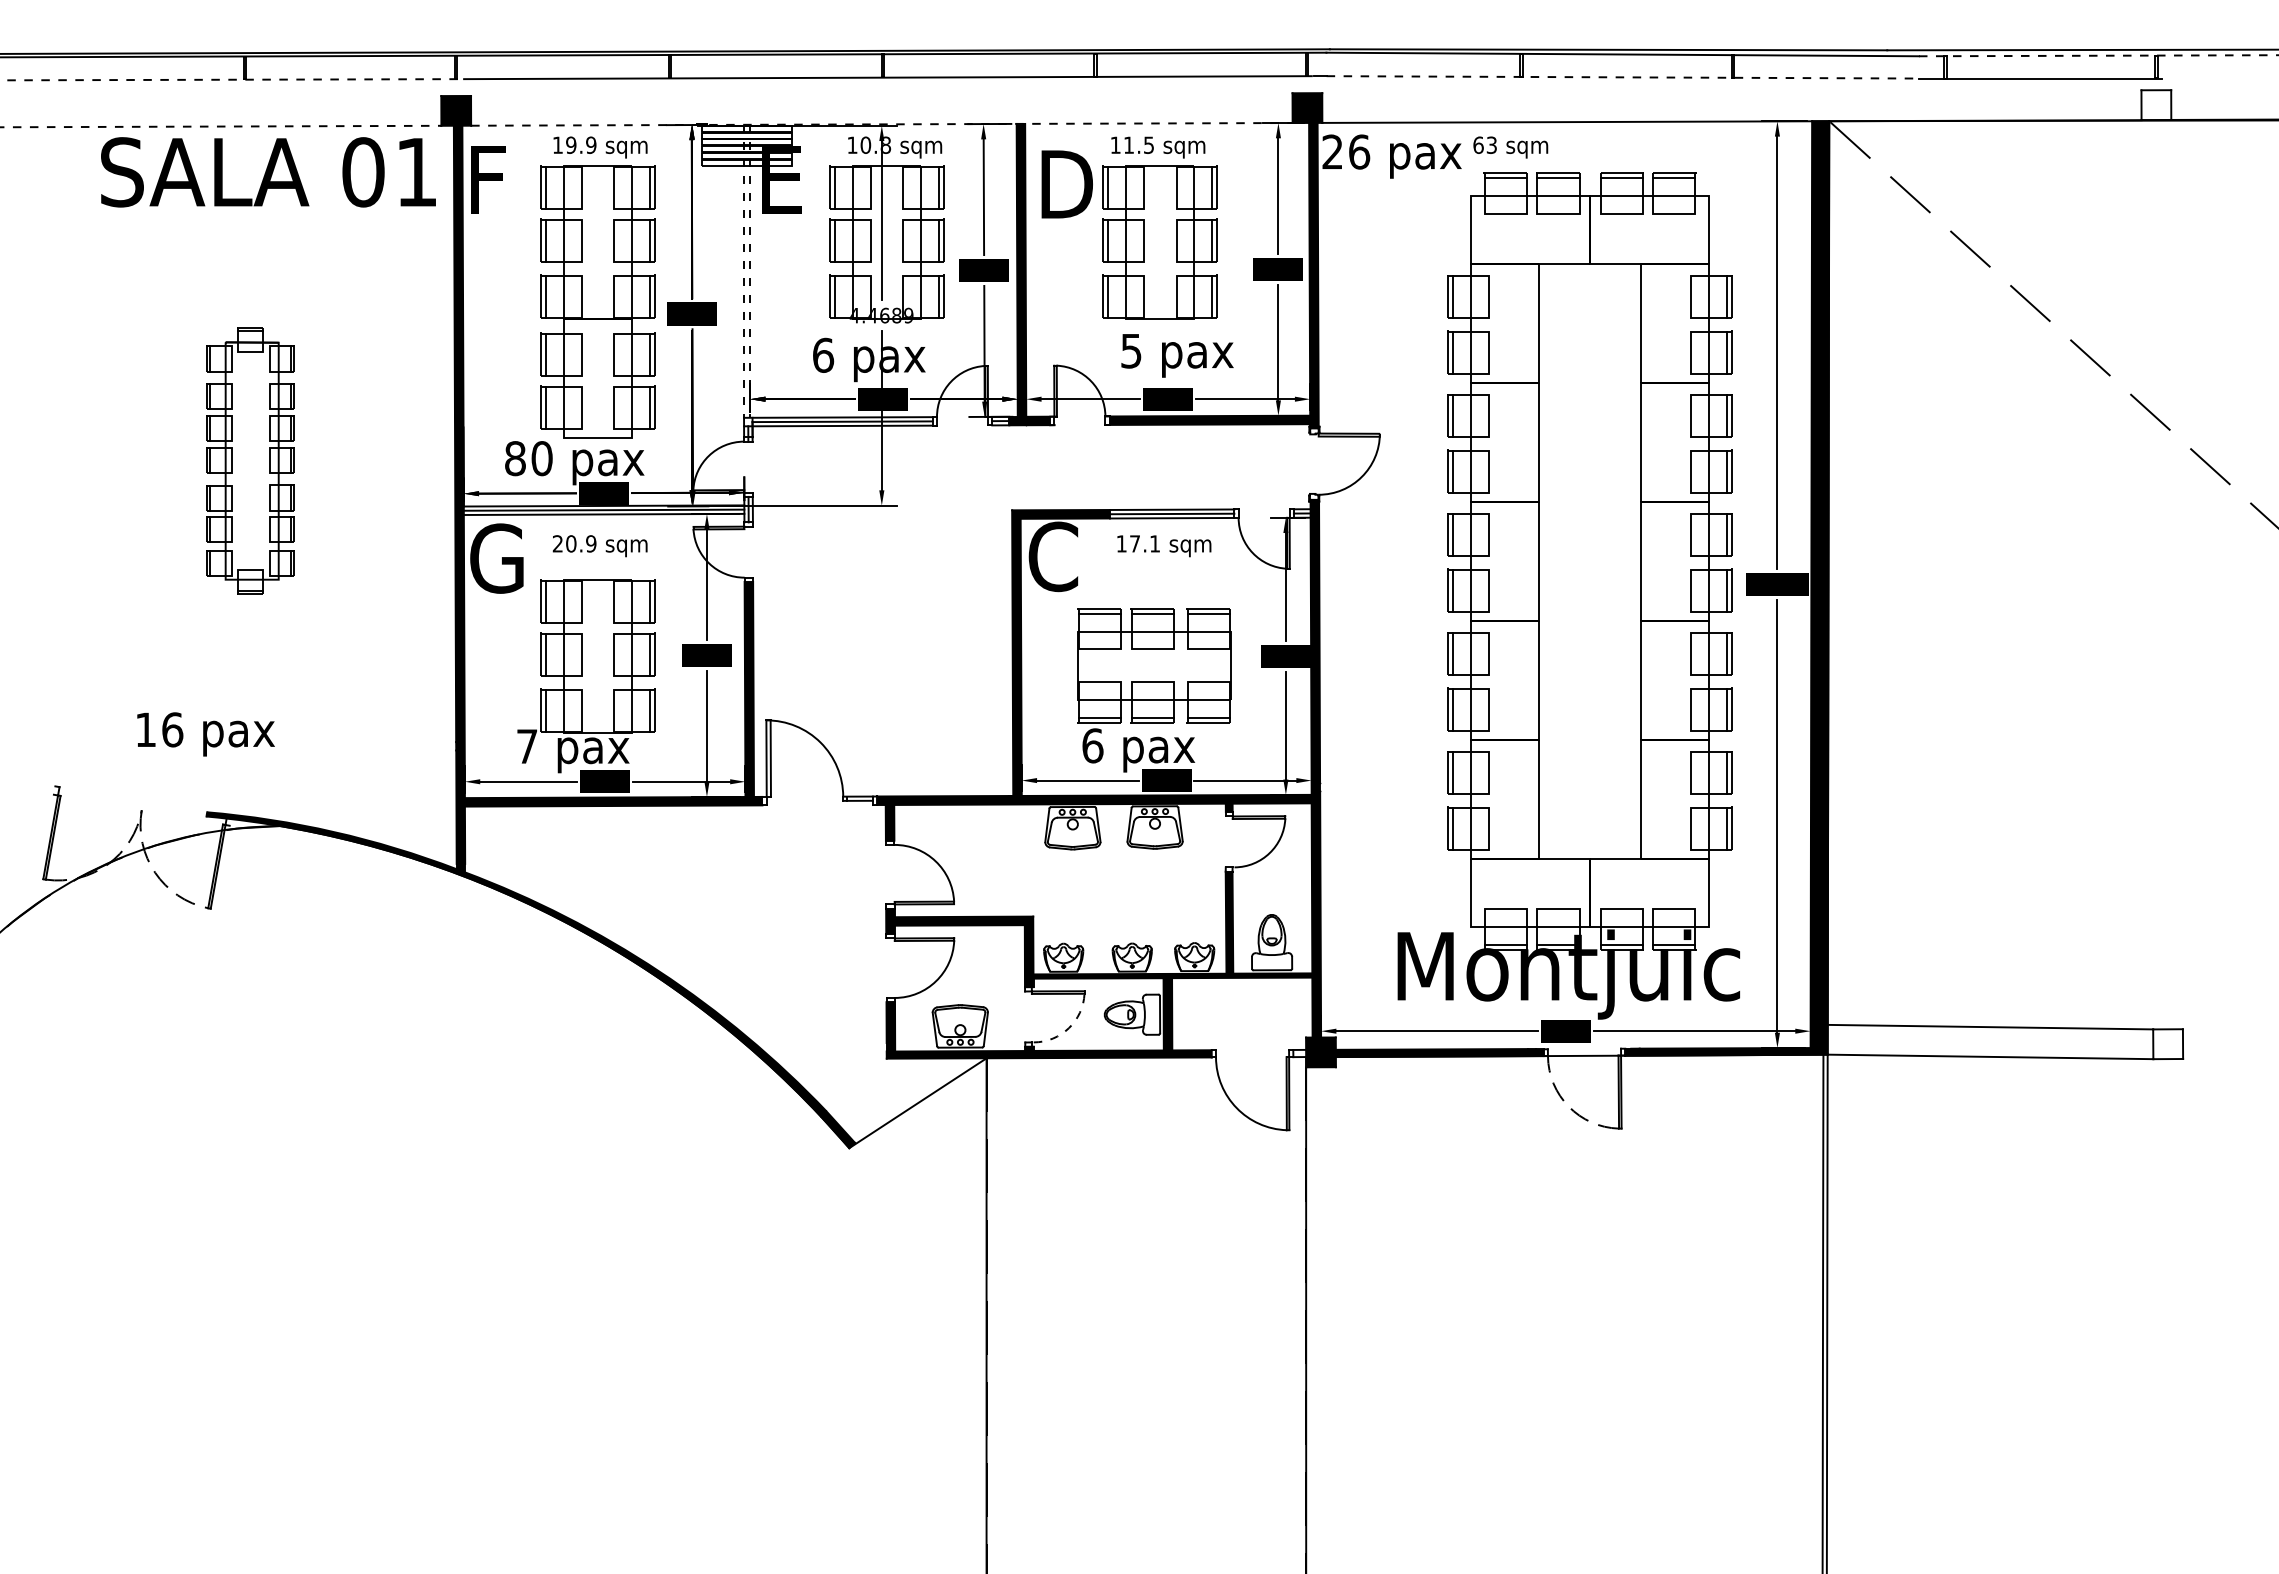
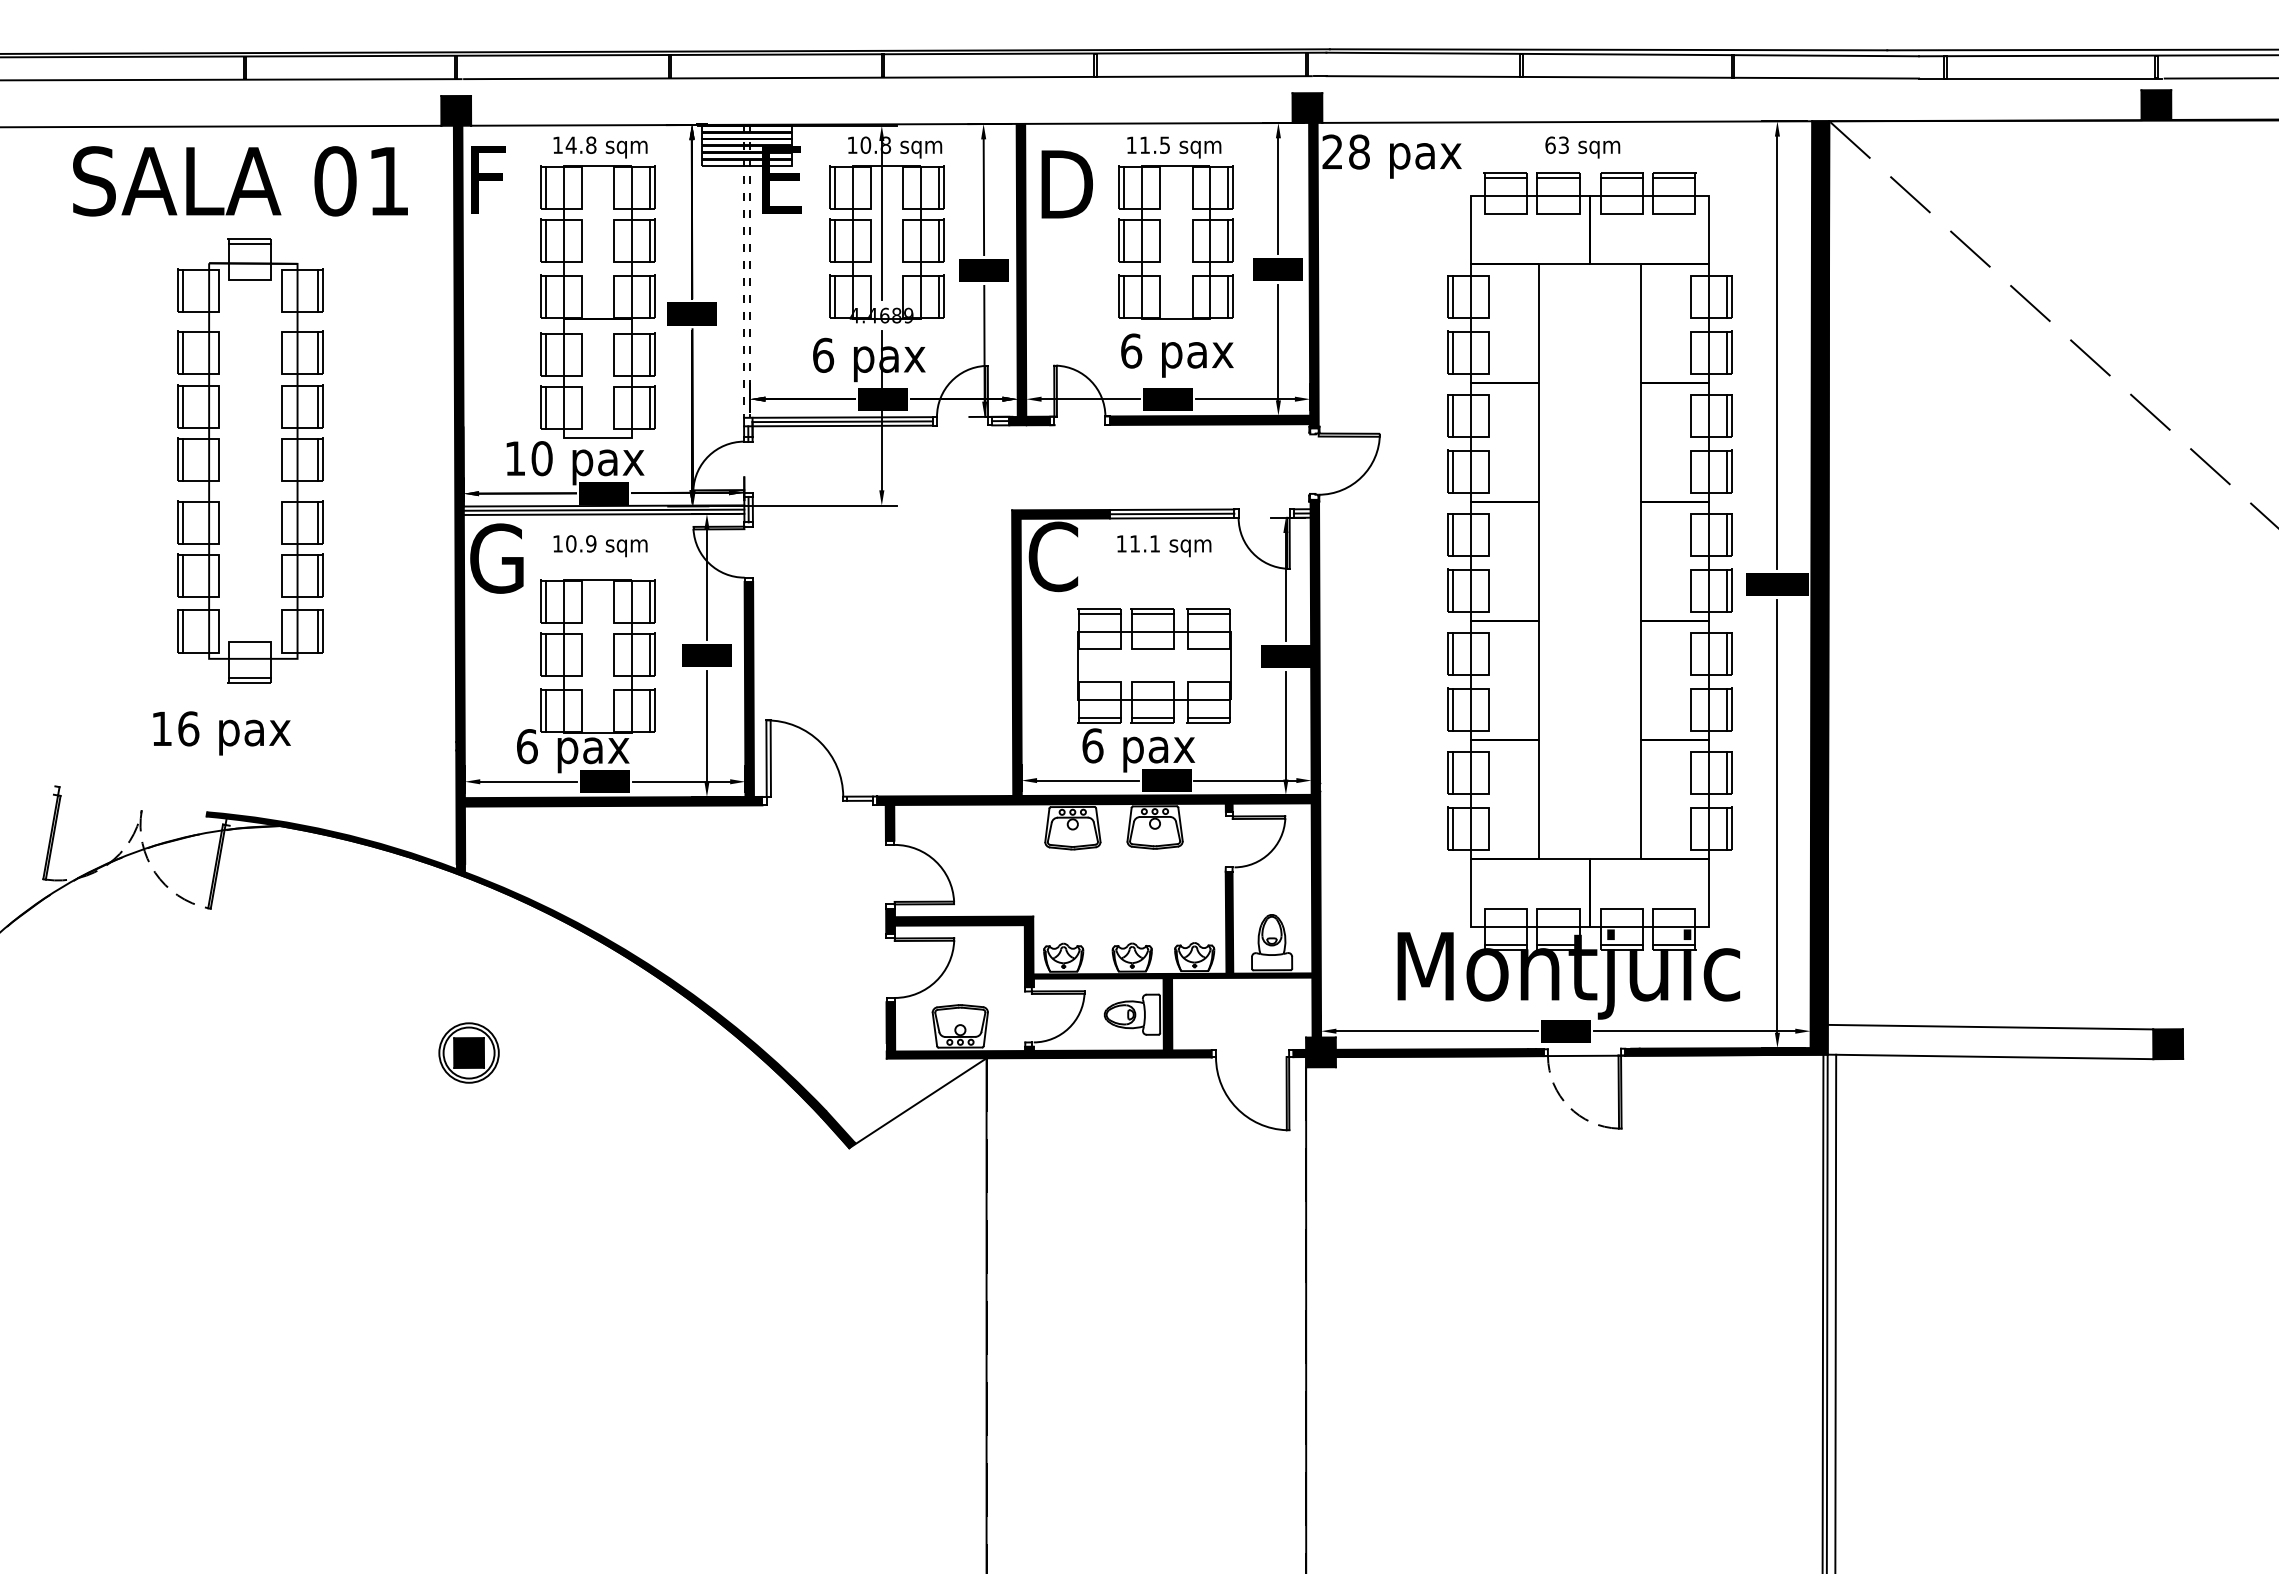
line at (2098, 55): dashed -> solid
line at (1623, 77): dashed -> solid
line at (2219, 78): none -> present
line at (231, 79): dashed -> solid
fill at (2156, 105): none -> present
line at (881, 124): dashed -> solid
line at (221, 126): dashed -> solid
text at (580, 144): 19.9 -> 14.8
text at (1510, 147) position: (1510, 147) -> (1582, 147)
text at (1359, 151): 26 -> 28
text at (268, 172) position: (268, 172) -> (240, 181)
part at (1159, 227) position: (1159, 227) -> (1175, 227)
text at (1131, 350): 5 -> 6
text at (515, 458): 80 -> 10
part at (250, 460) size: 89x268 px -> 147x446 px
text at (557, 543): 20.9 -> 10.9
text at (1134, 543): 17.1 -> 11.1
text at (205, 734) position: (205, 734) -> (221, 733)
text at (527, 746): 7 -> 6
arc at (1068, 1028): dashed -> solid
fill at (2168, 1044): none -> present
part at (468, 1052): none -> present
fill at (1299, 1053): none -> present
line at (1835, 1312): none -> present
